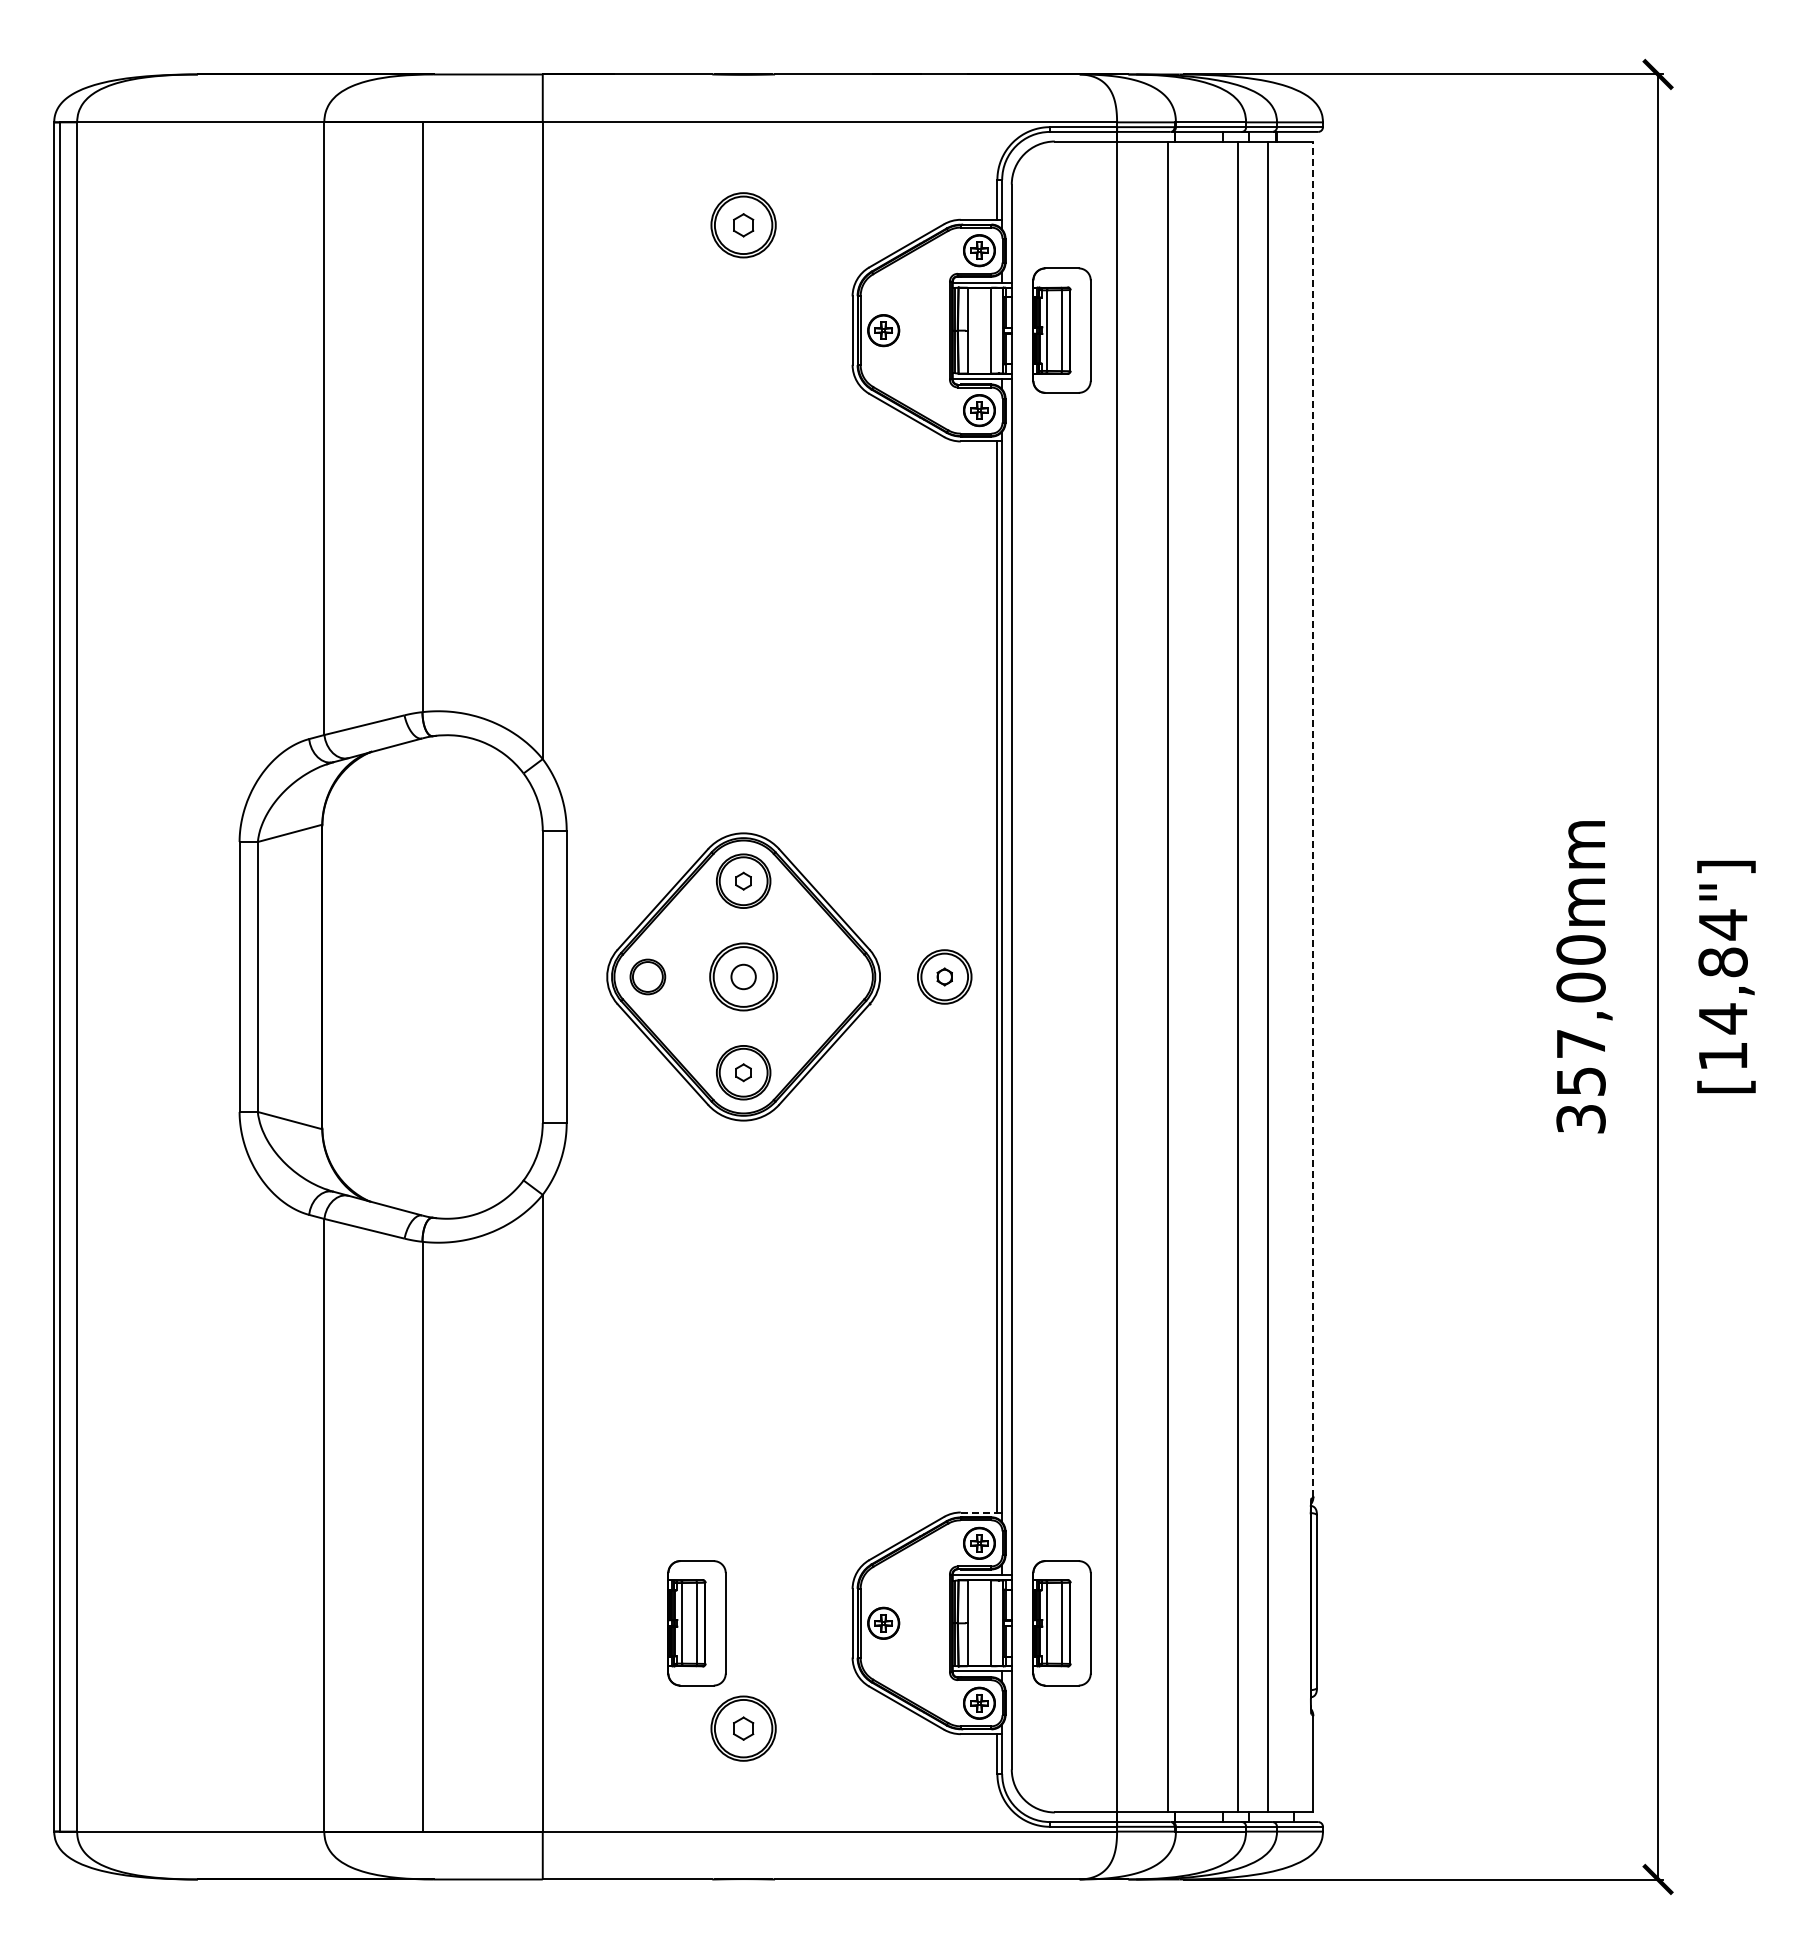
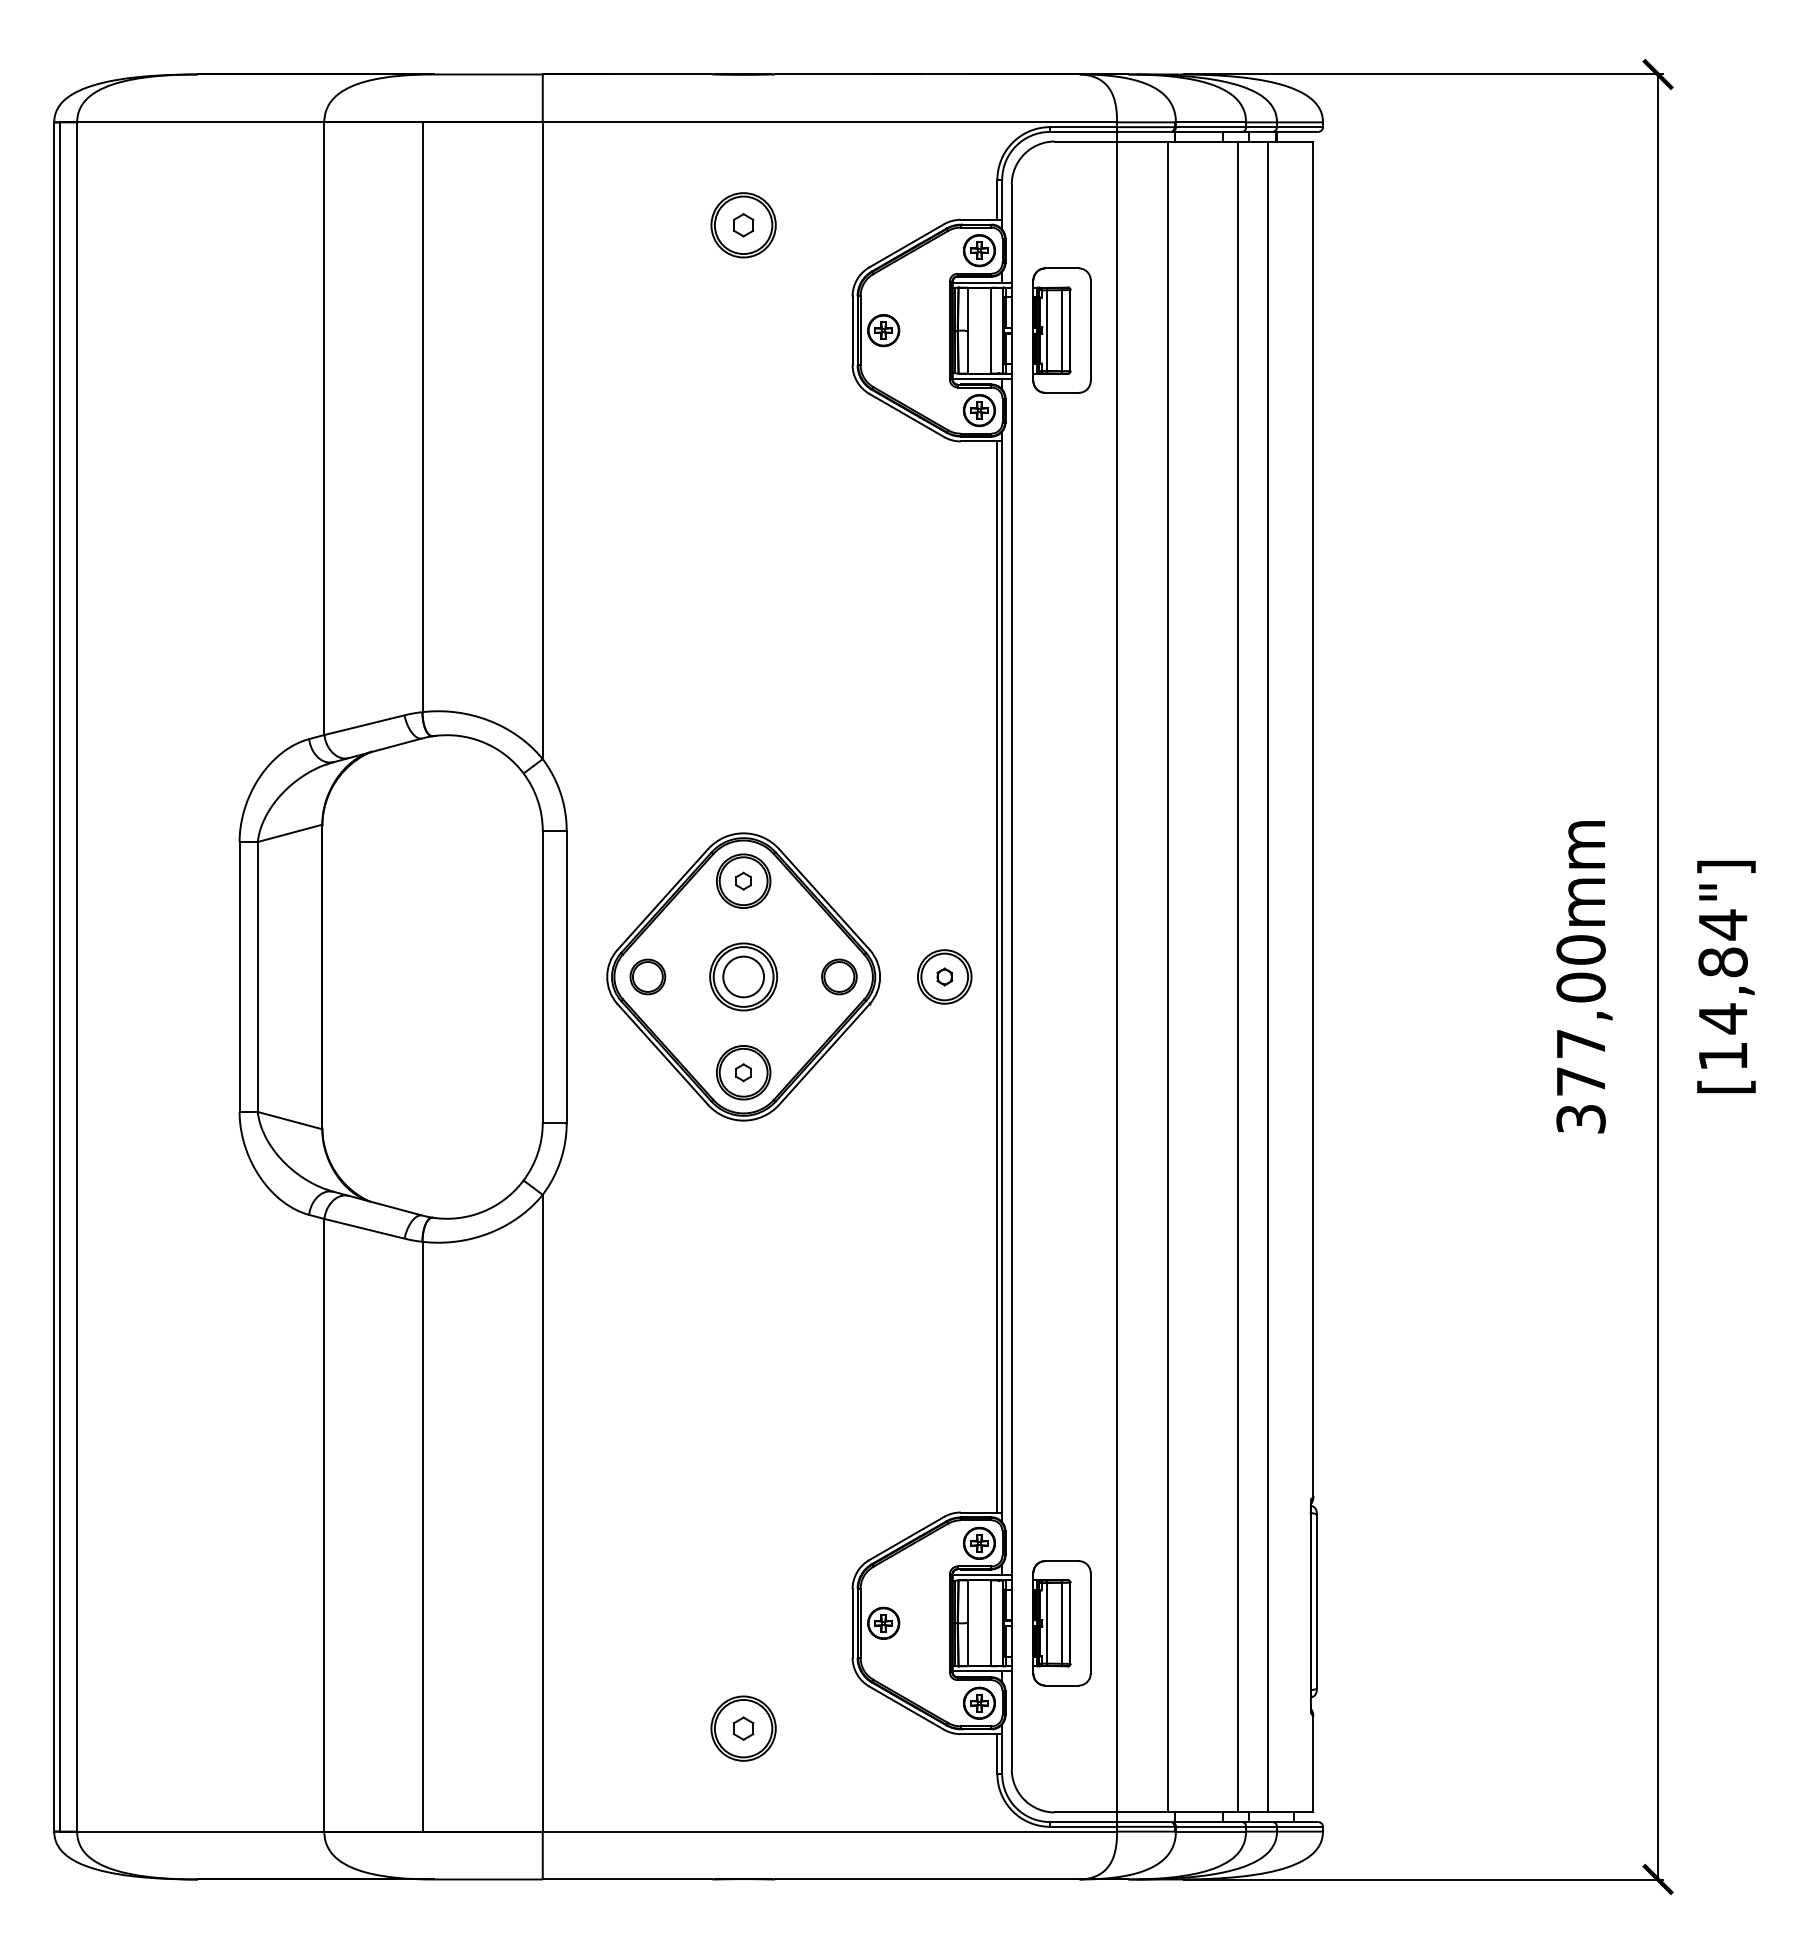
line at (1313, 819): dashed -> solid
circle at (743, 976) diameter: 24 px -> 41 px
part at (839, 976): none -> present
text at (1581, 1081): 357,00mm -> 377,00mm
line at (979, 1512): dashed -> solid
part at (696, 1623): present -> none
